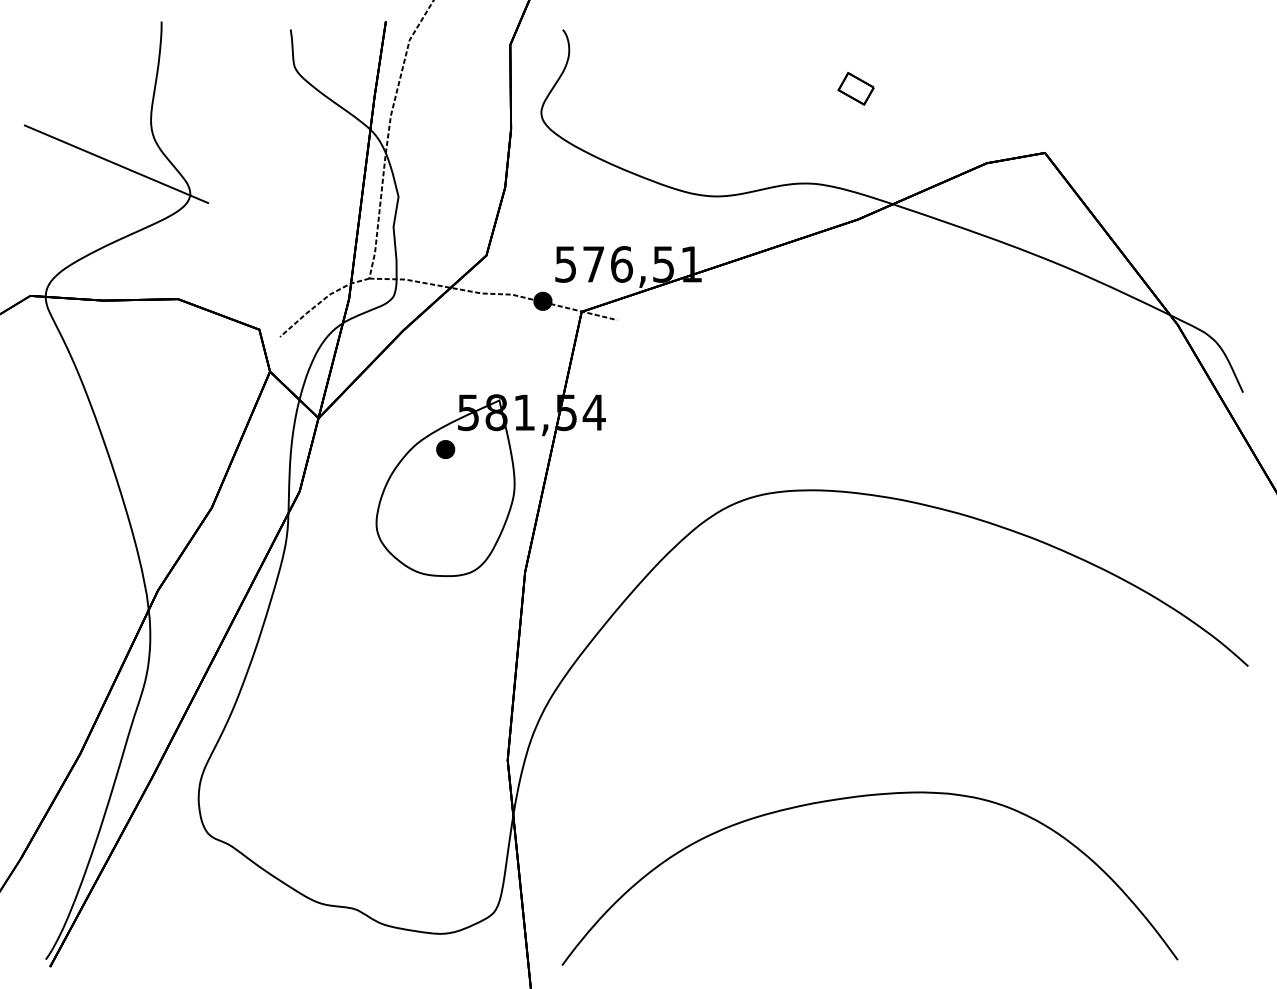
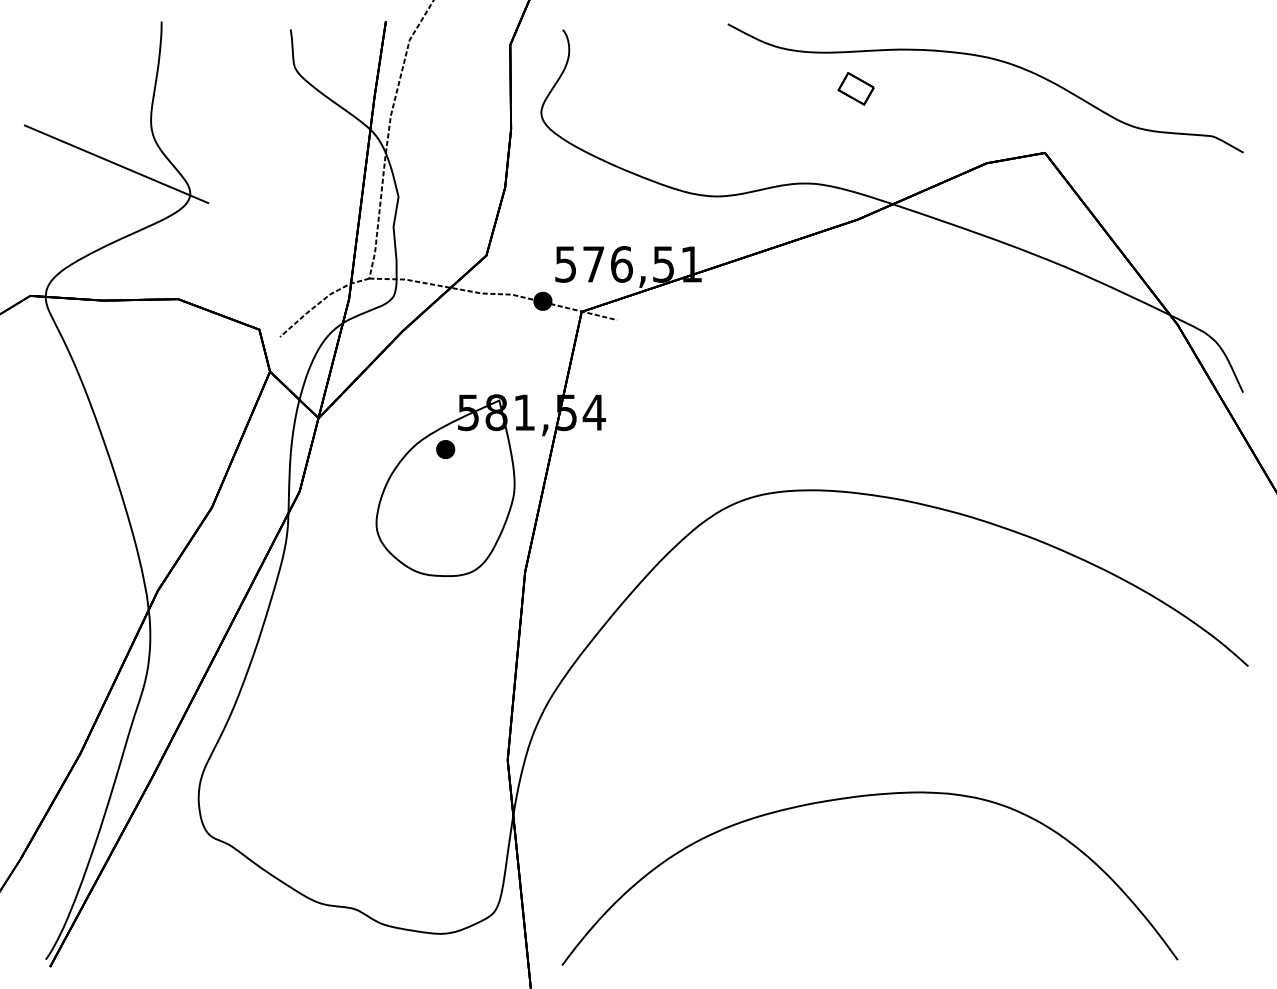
part at (994, 60): none -> present
